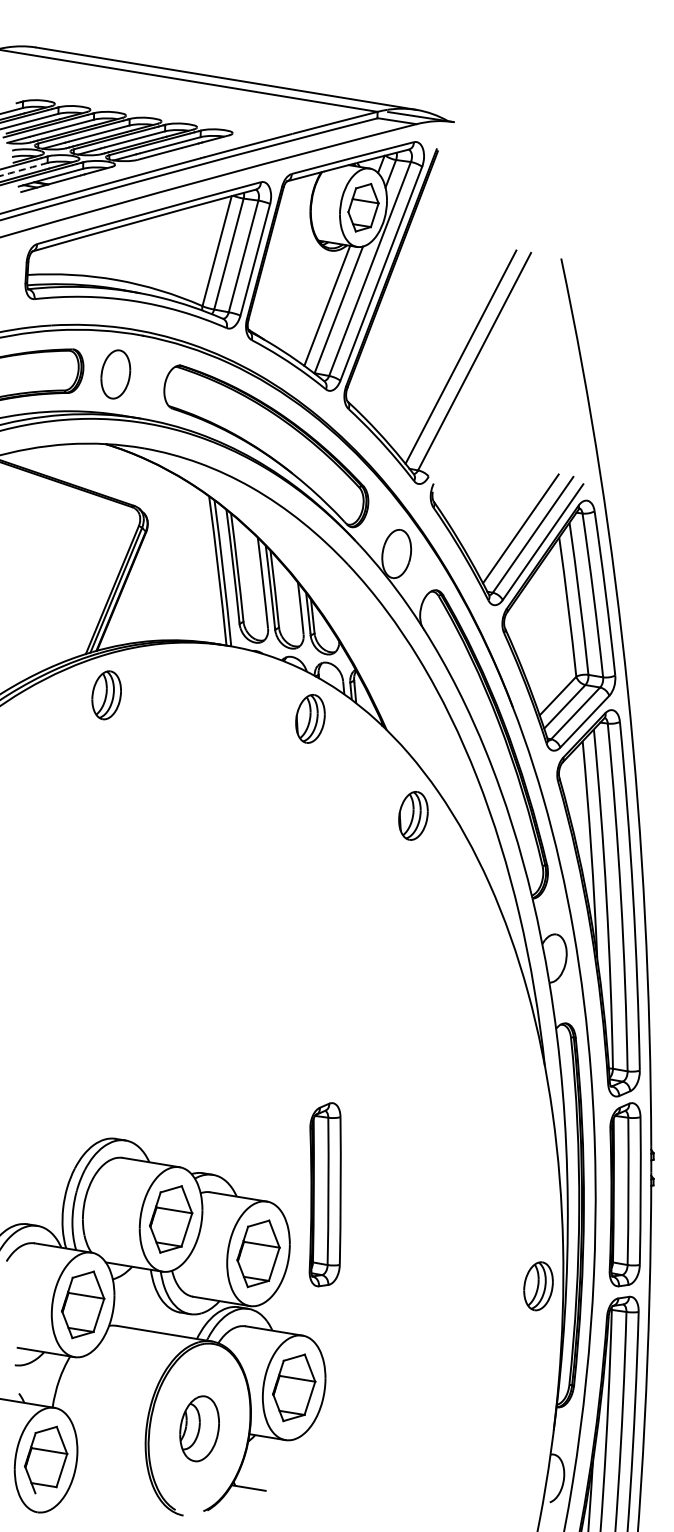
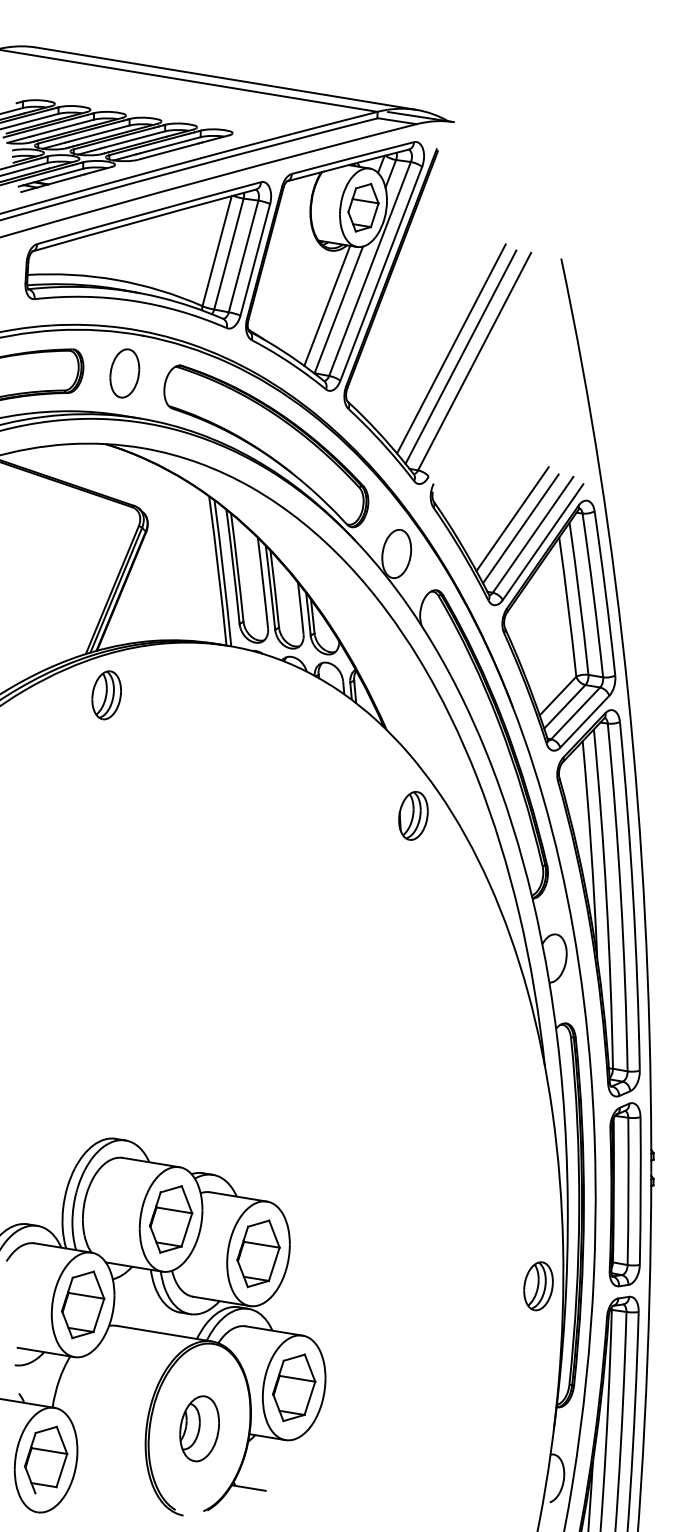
arc at (22, 169): dashed -> solid
line at (451, 348): none -> present
part at (115, 374) position: (115, 374) -> (124, 373)
line at (512, 519): none -> present
part at (310, 718): present -> none
part at (324, 1194): present -> none
